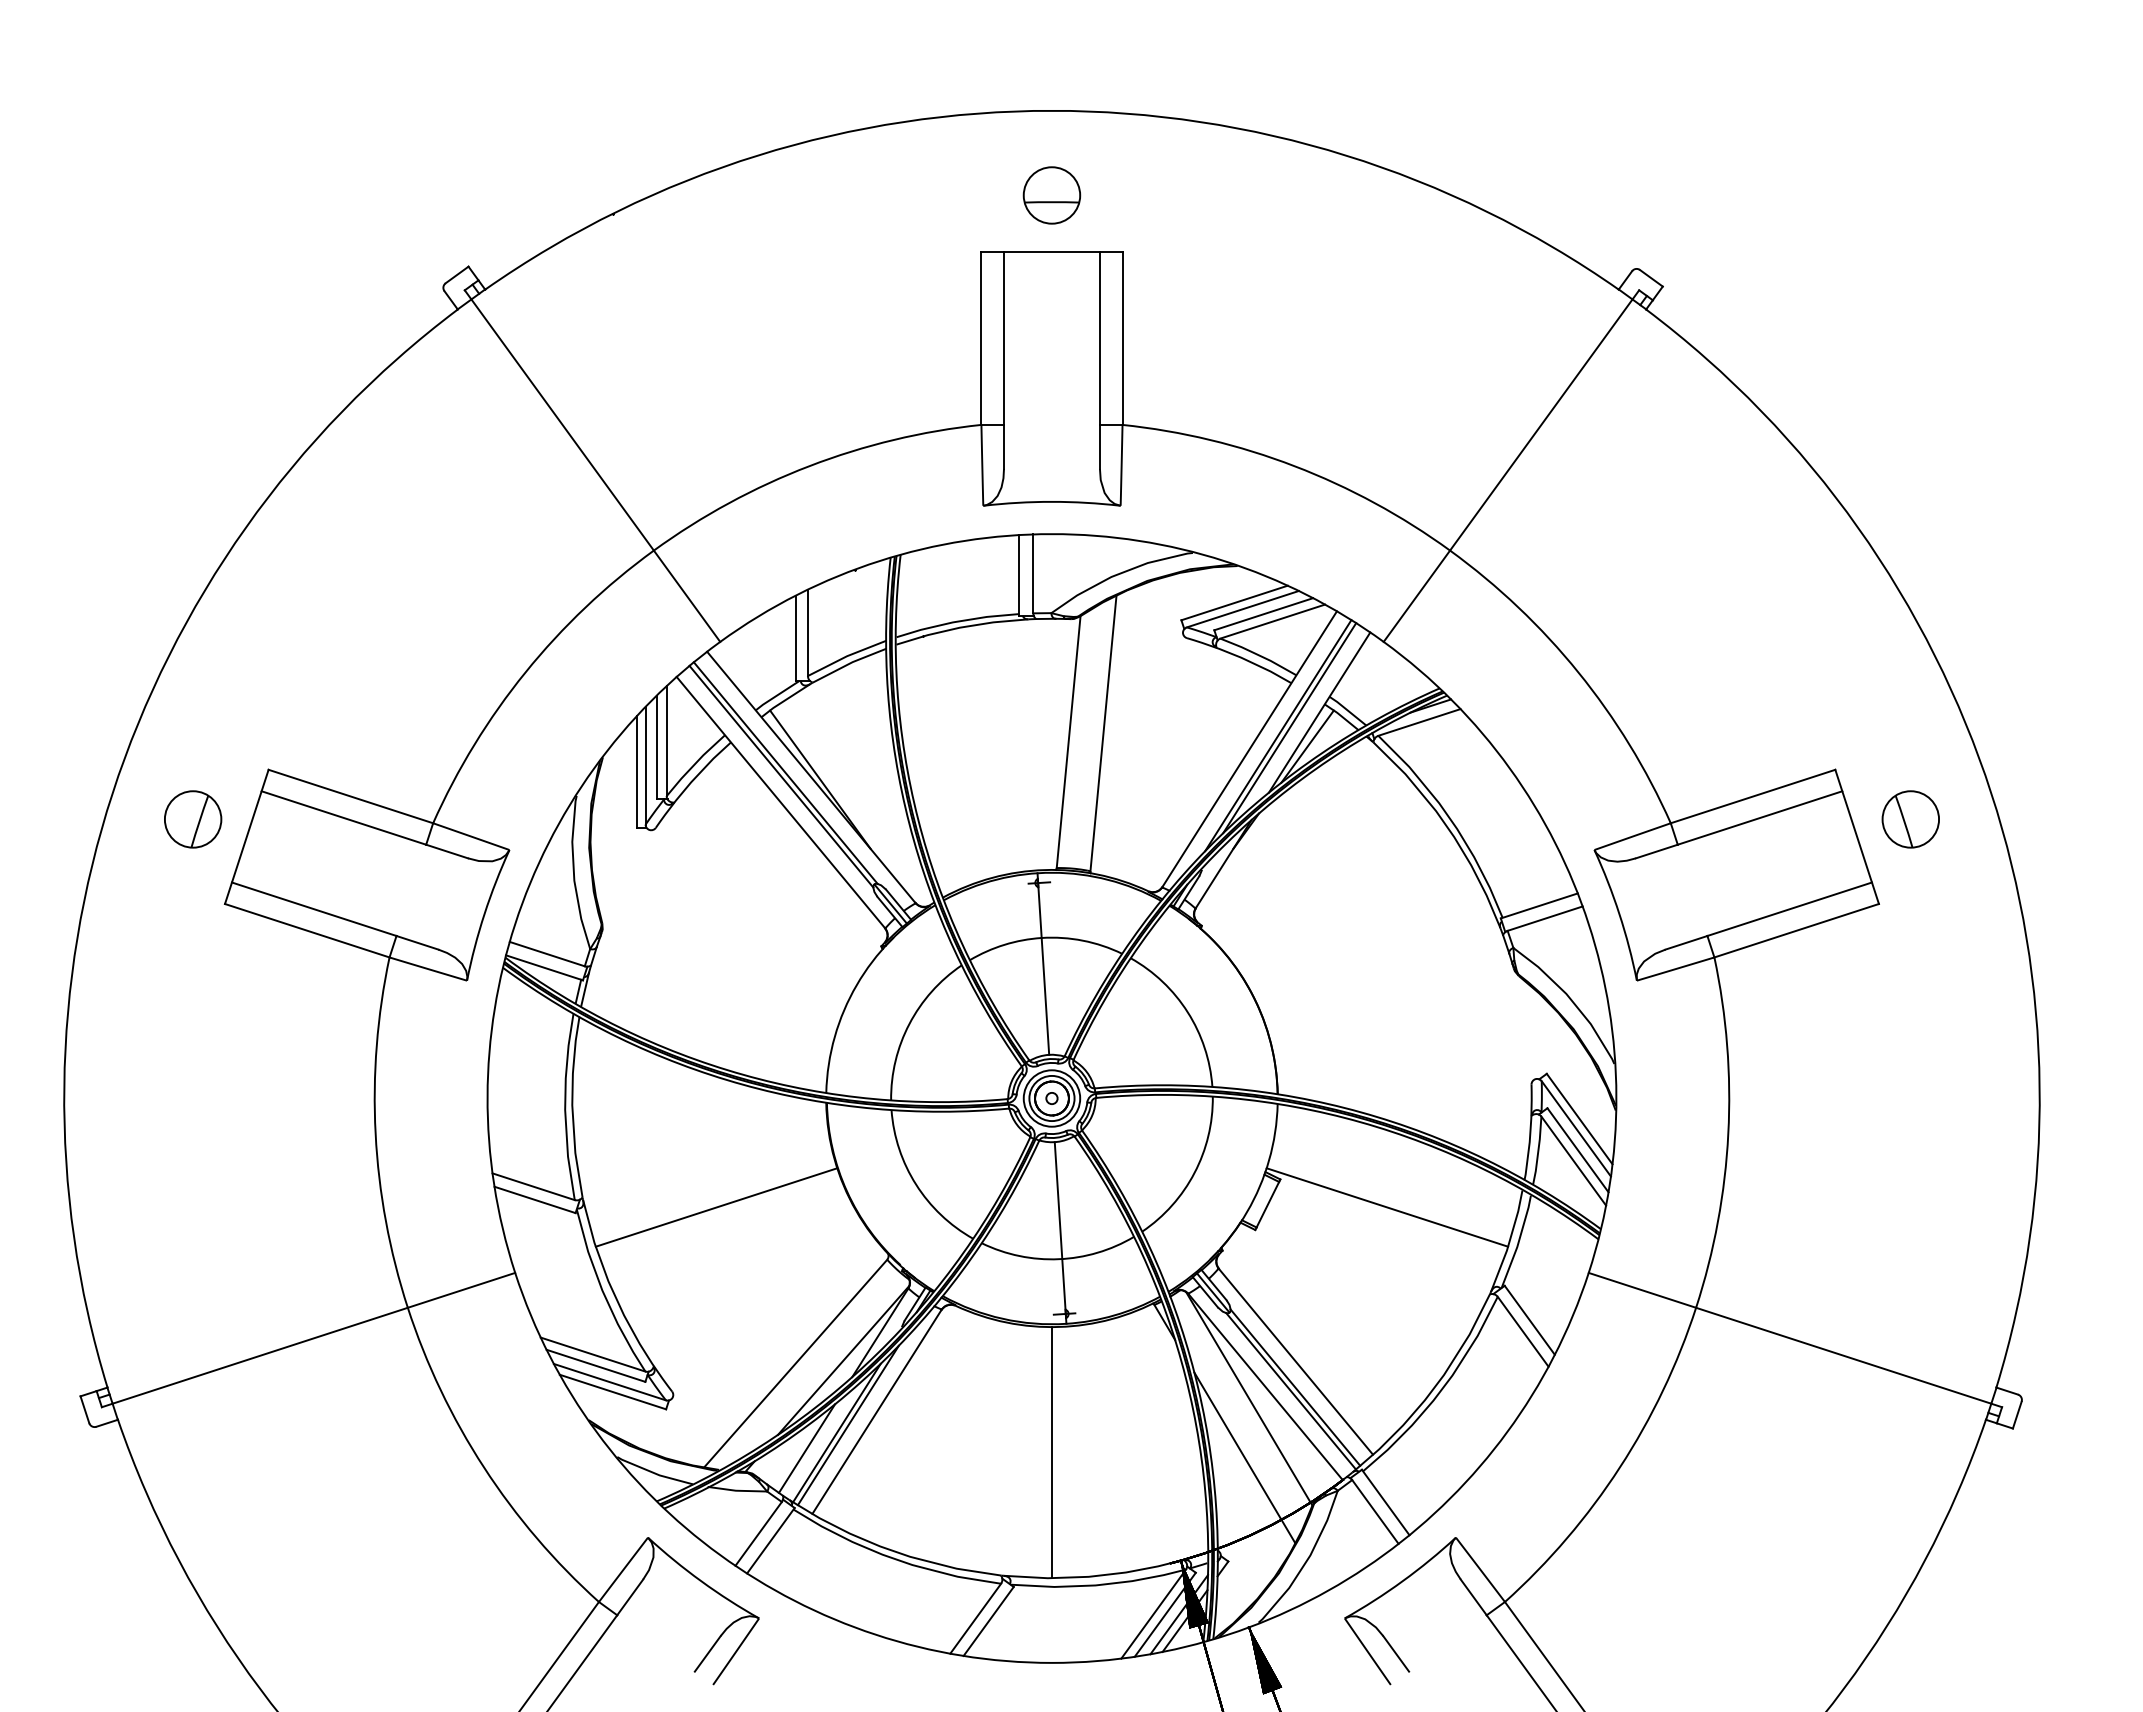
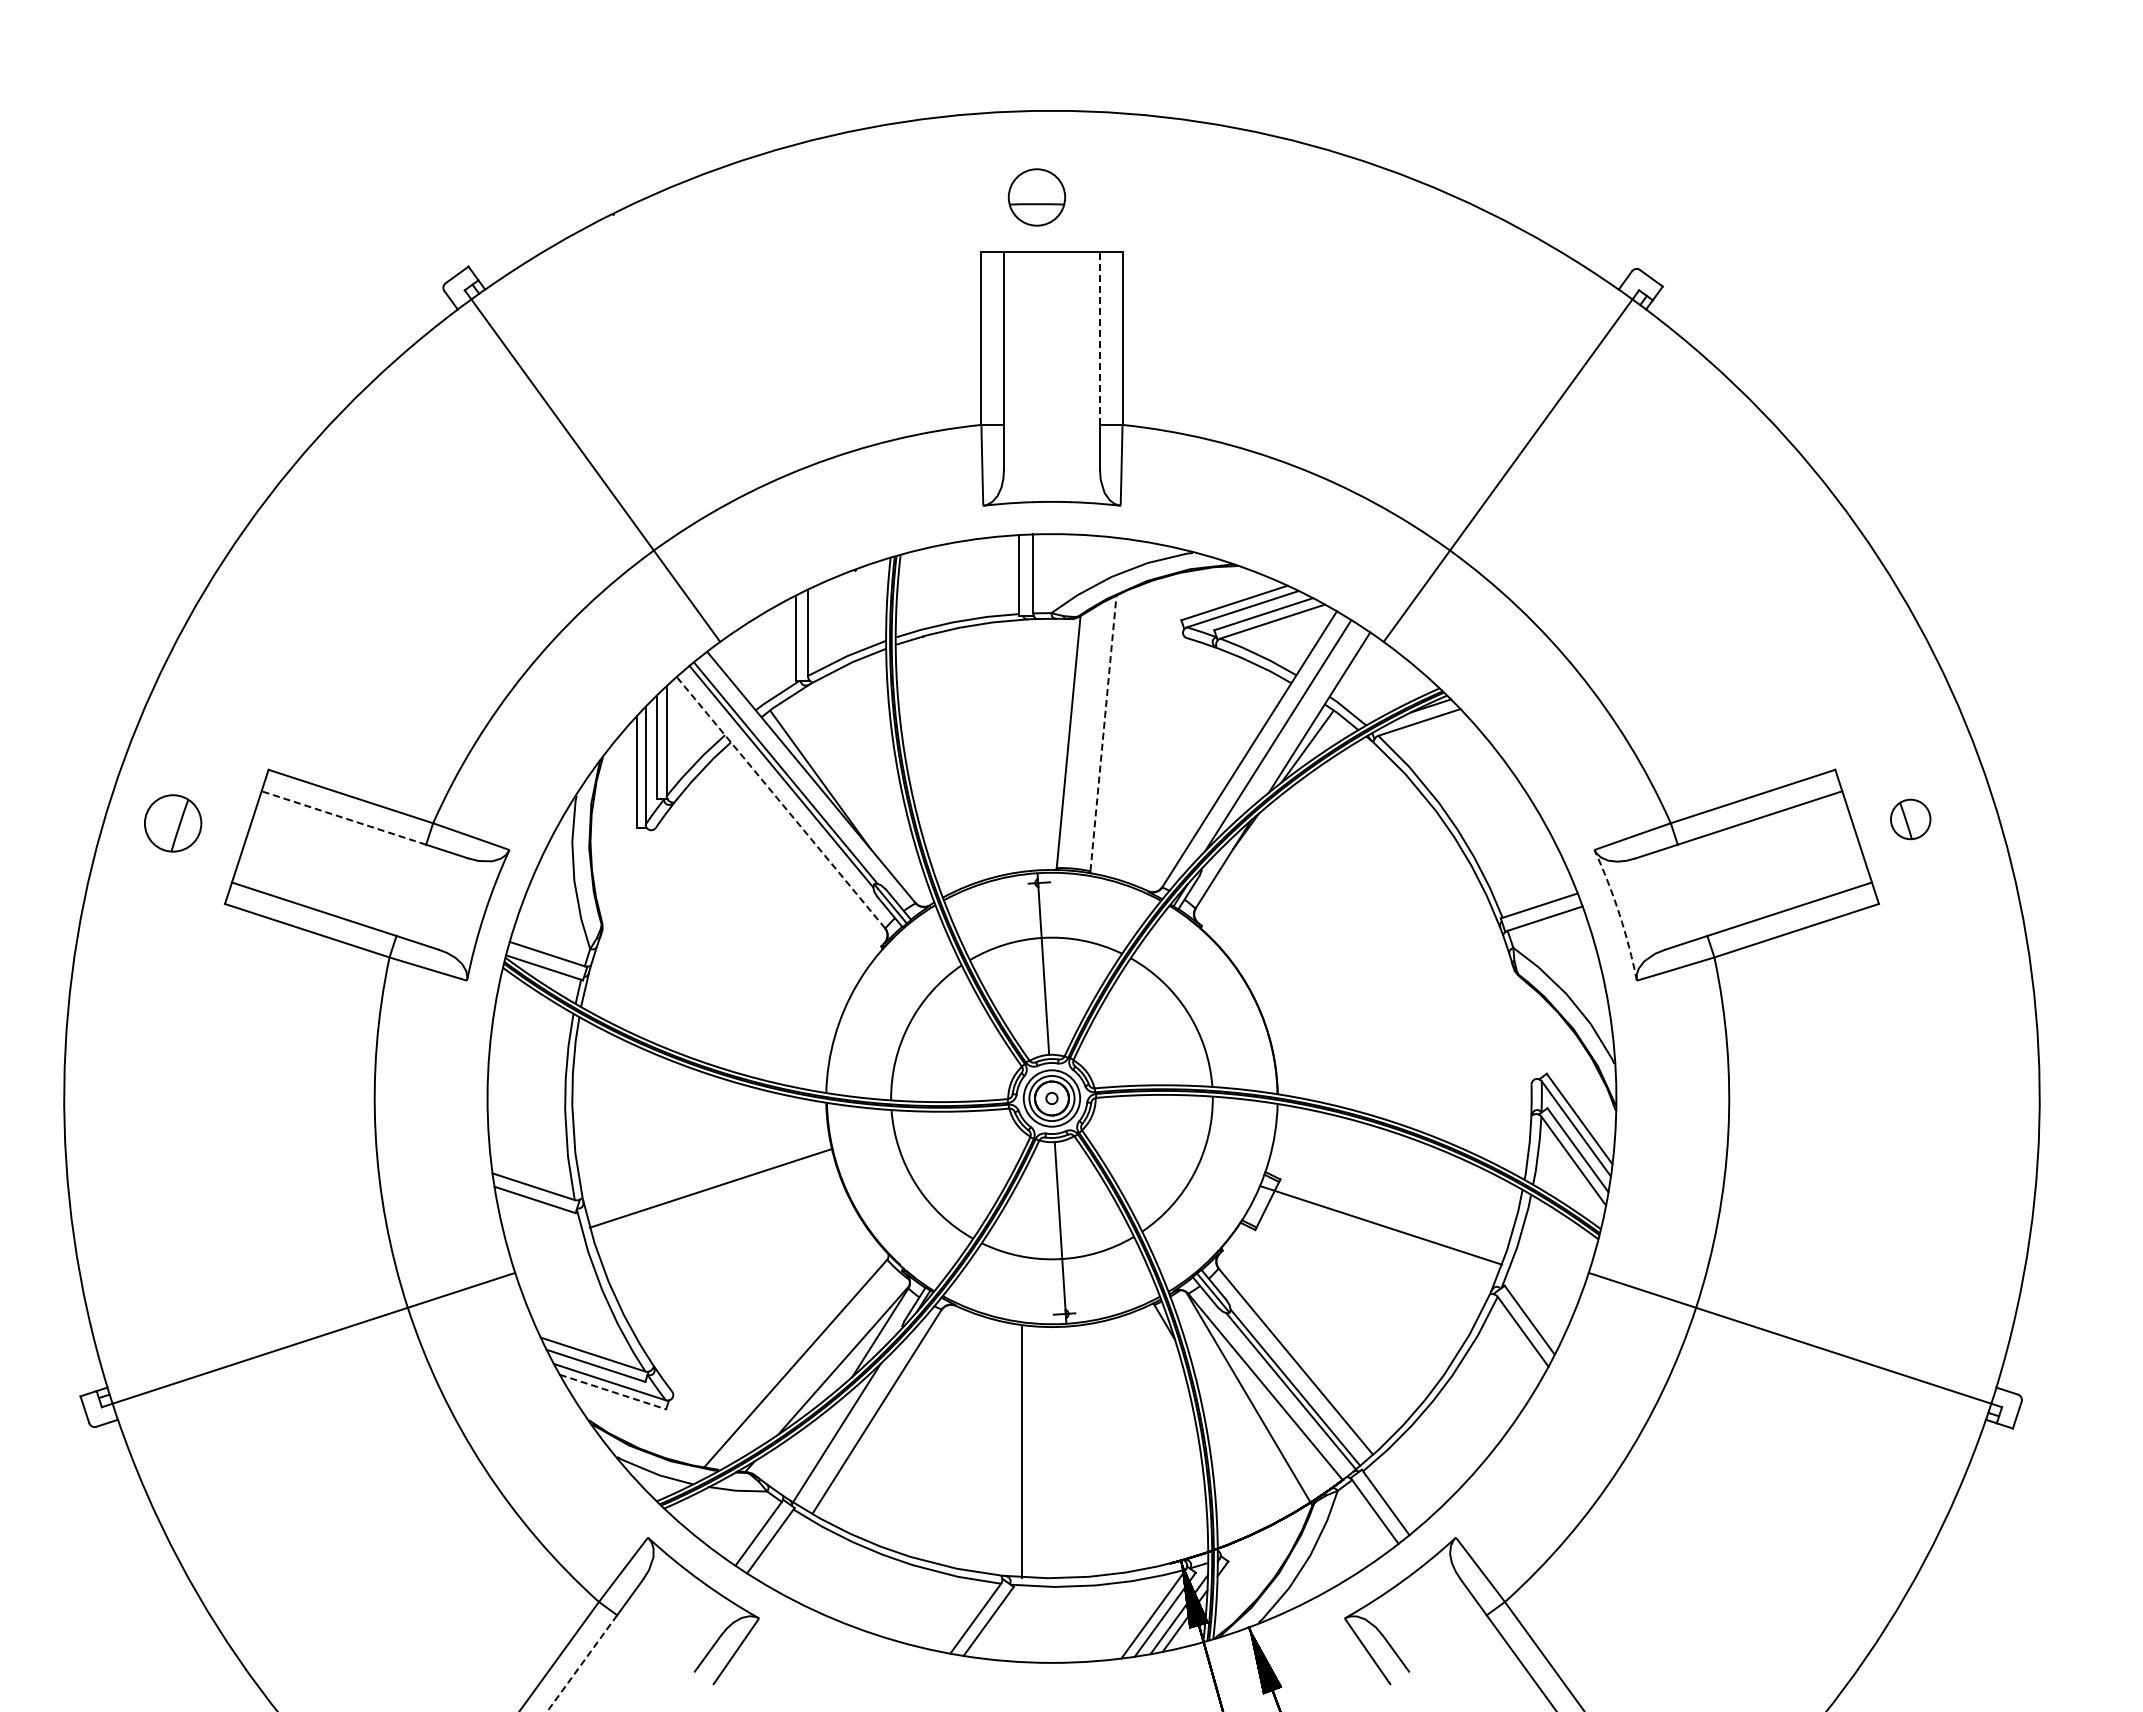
part at (1051, 195) position: (1051, 195) -> (1036, 197)
line at (1099, 338): solid -> dashed
line at (1289, 728): present -> none
line at (1103, 732): solid -> dashed
line at (780, 802): solid -> dashed
line at (343, 818): solid -> dashed
part at (193, 819) position: (193, 819) -> (173, 823)
part at (1910, 819) size: 59x59 px -> 42x43 px
arc at (1619, 914): solid -> dashed
line at (716, 1207) position: (716, 1207) -> (710, 1188)
line at (1387, 1207) position: (1387, 1207) -> (1381, 1225)
line at (612, 1392): solid -> dashed
line at (847, 1425): present -> none
line at (806, 1448): present -> none
line at (1051, 1452) position: (1051, 1452) -> (1021, 1452)
line at (1244, 1457): present -> none
line at (582, 1663): solid -> dashed
